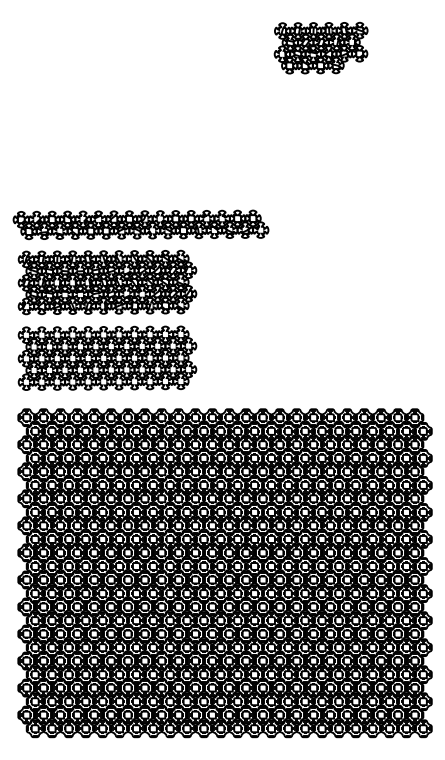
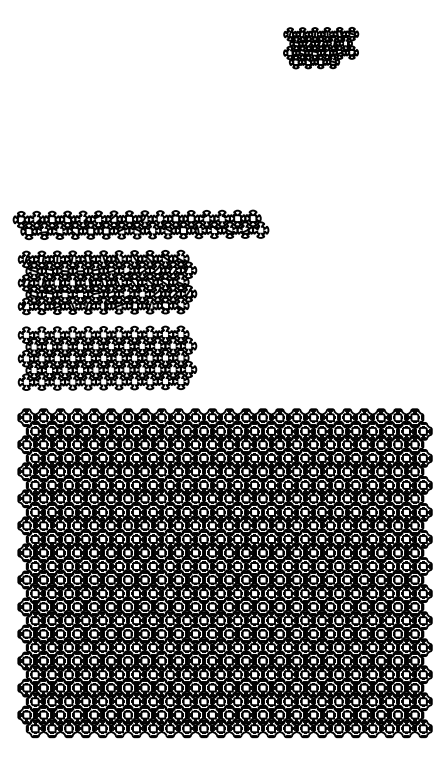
part at (320, 47) size: 96x54 px -> 77x43 px
